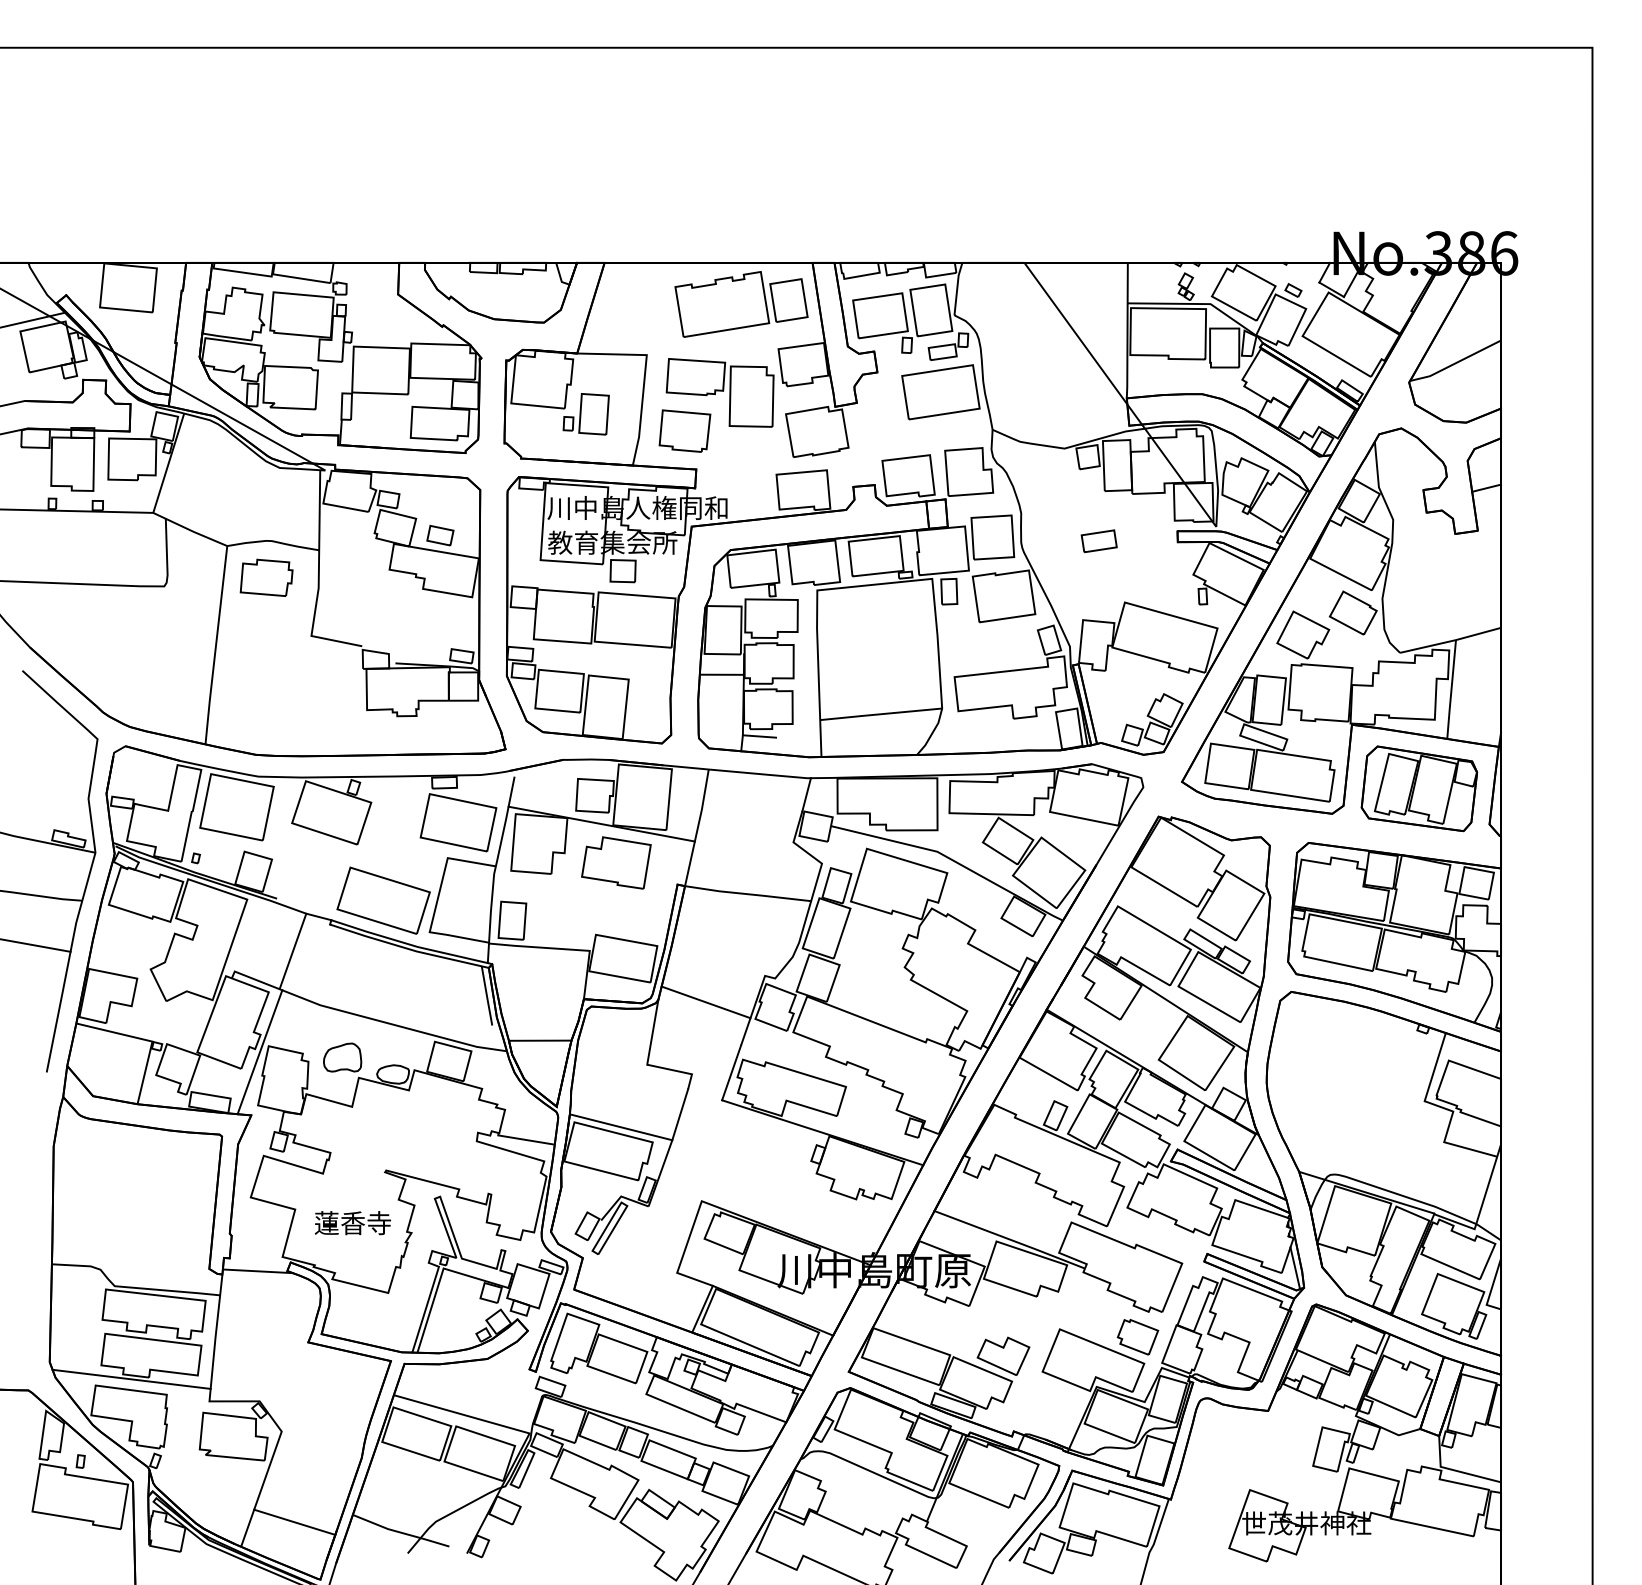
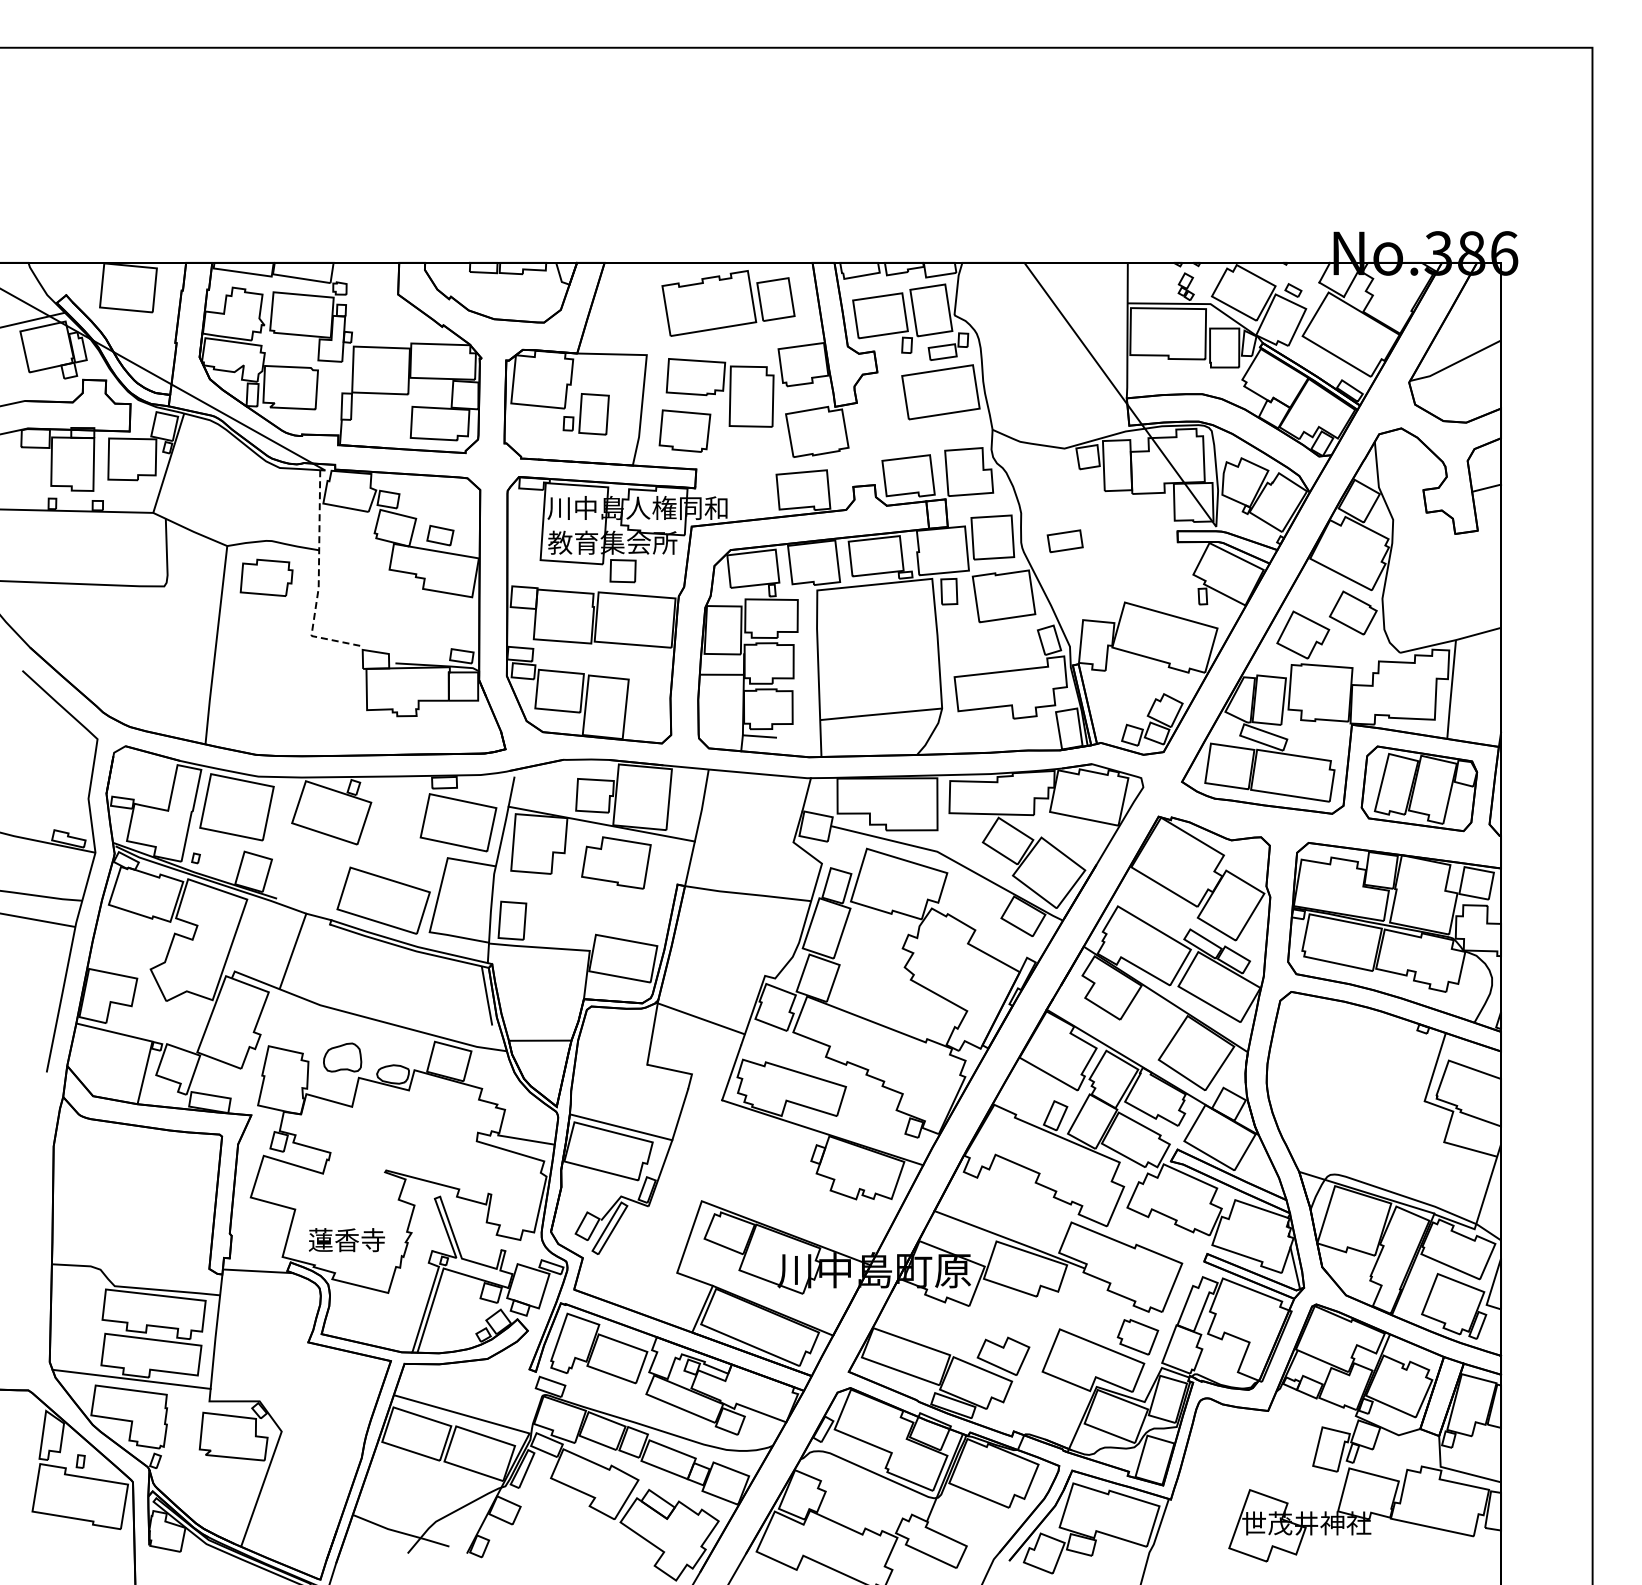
part at (741, 304) position: (741, 304) -> (728, 303)
part at (1098, 541) position: (1098, 541) -> (1064, 541)
line at (318, 581): solid -> dashed
line at (36, 945) position: (36, 945) -> (38, 919)
line at (705, 1002) position: (705, 1002) -> (699, 1018)
line at (259, 1052): present -> none
text at (352, 1223) position: (352, 1223) -> (346, 1240)
line at (294, 1521): present -> none
